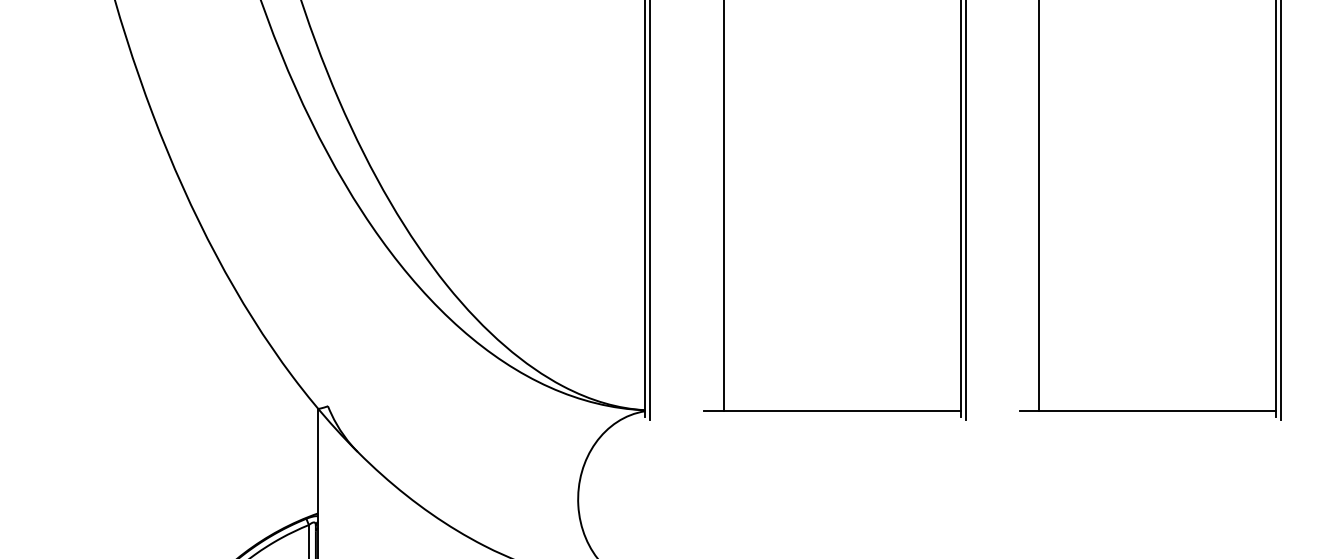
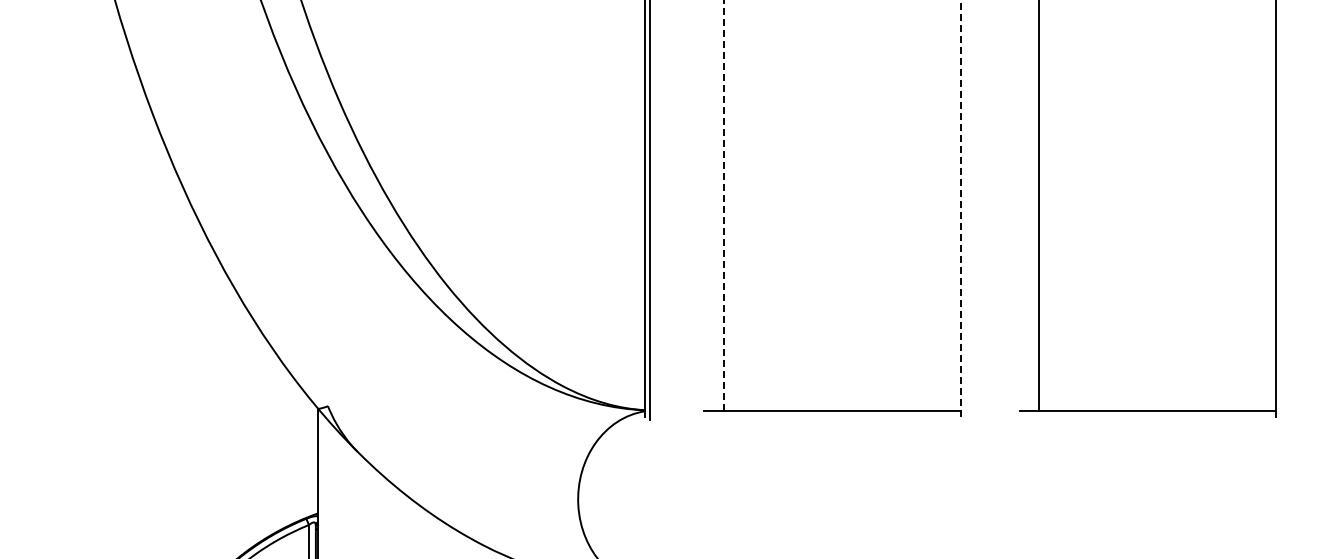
line at (723, 205): solid -> dashed
line at (960, 208): solid -> dashed
line at (965, 210): present -> none
line at (1281, 210): present -> none
